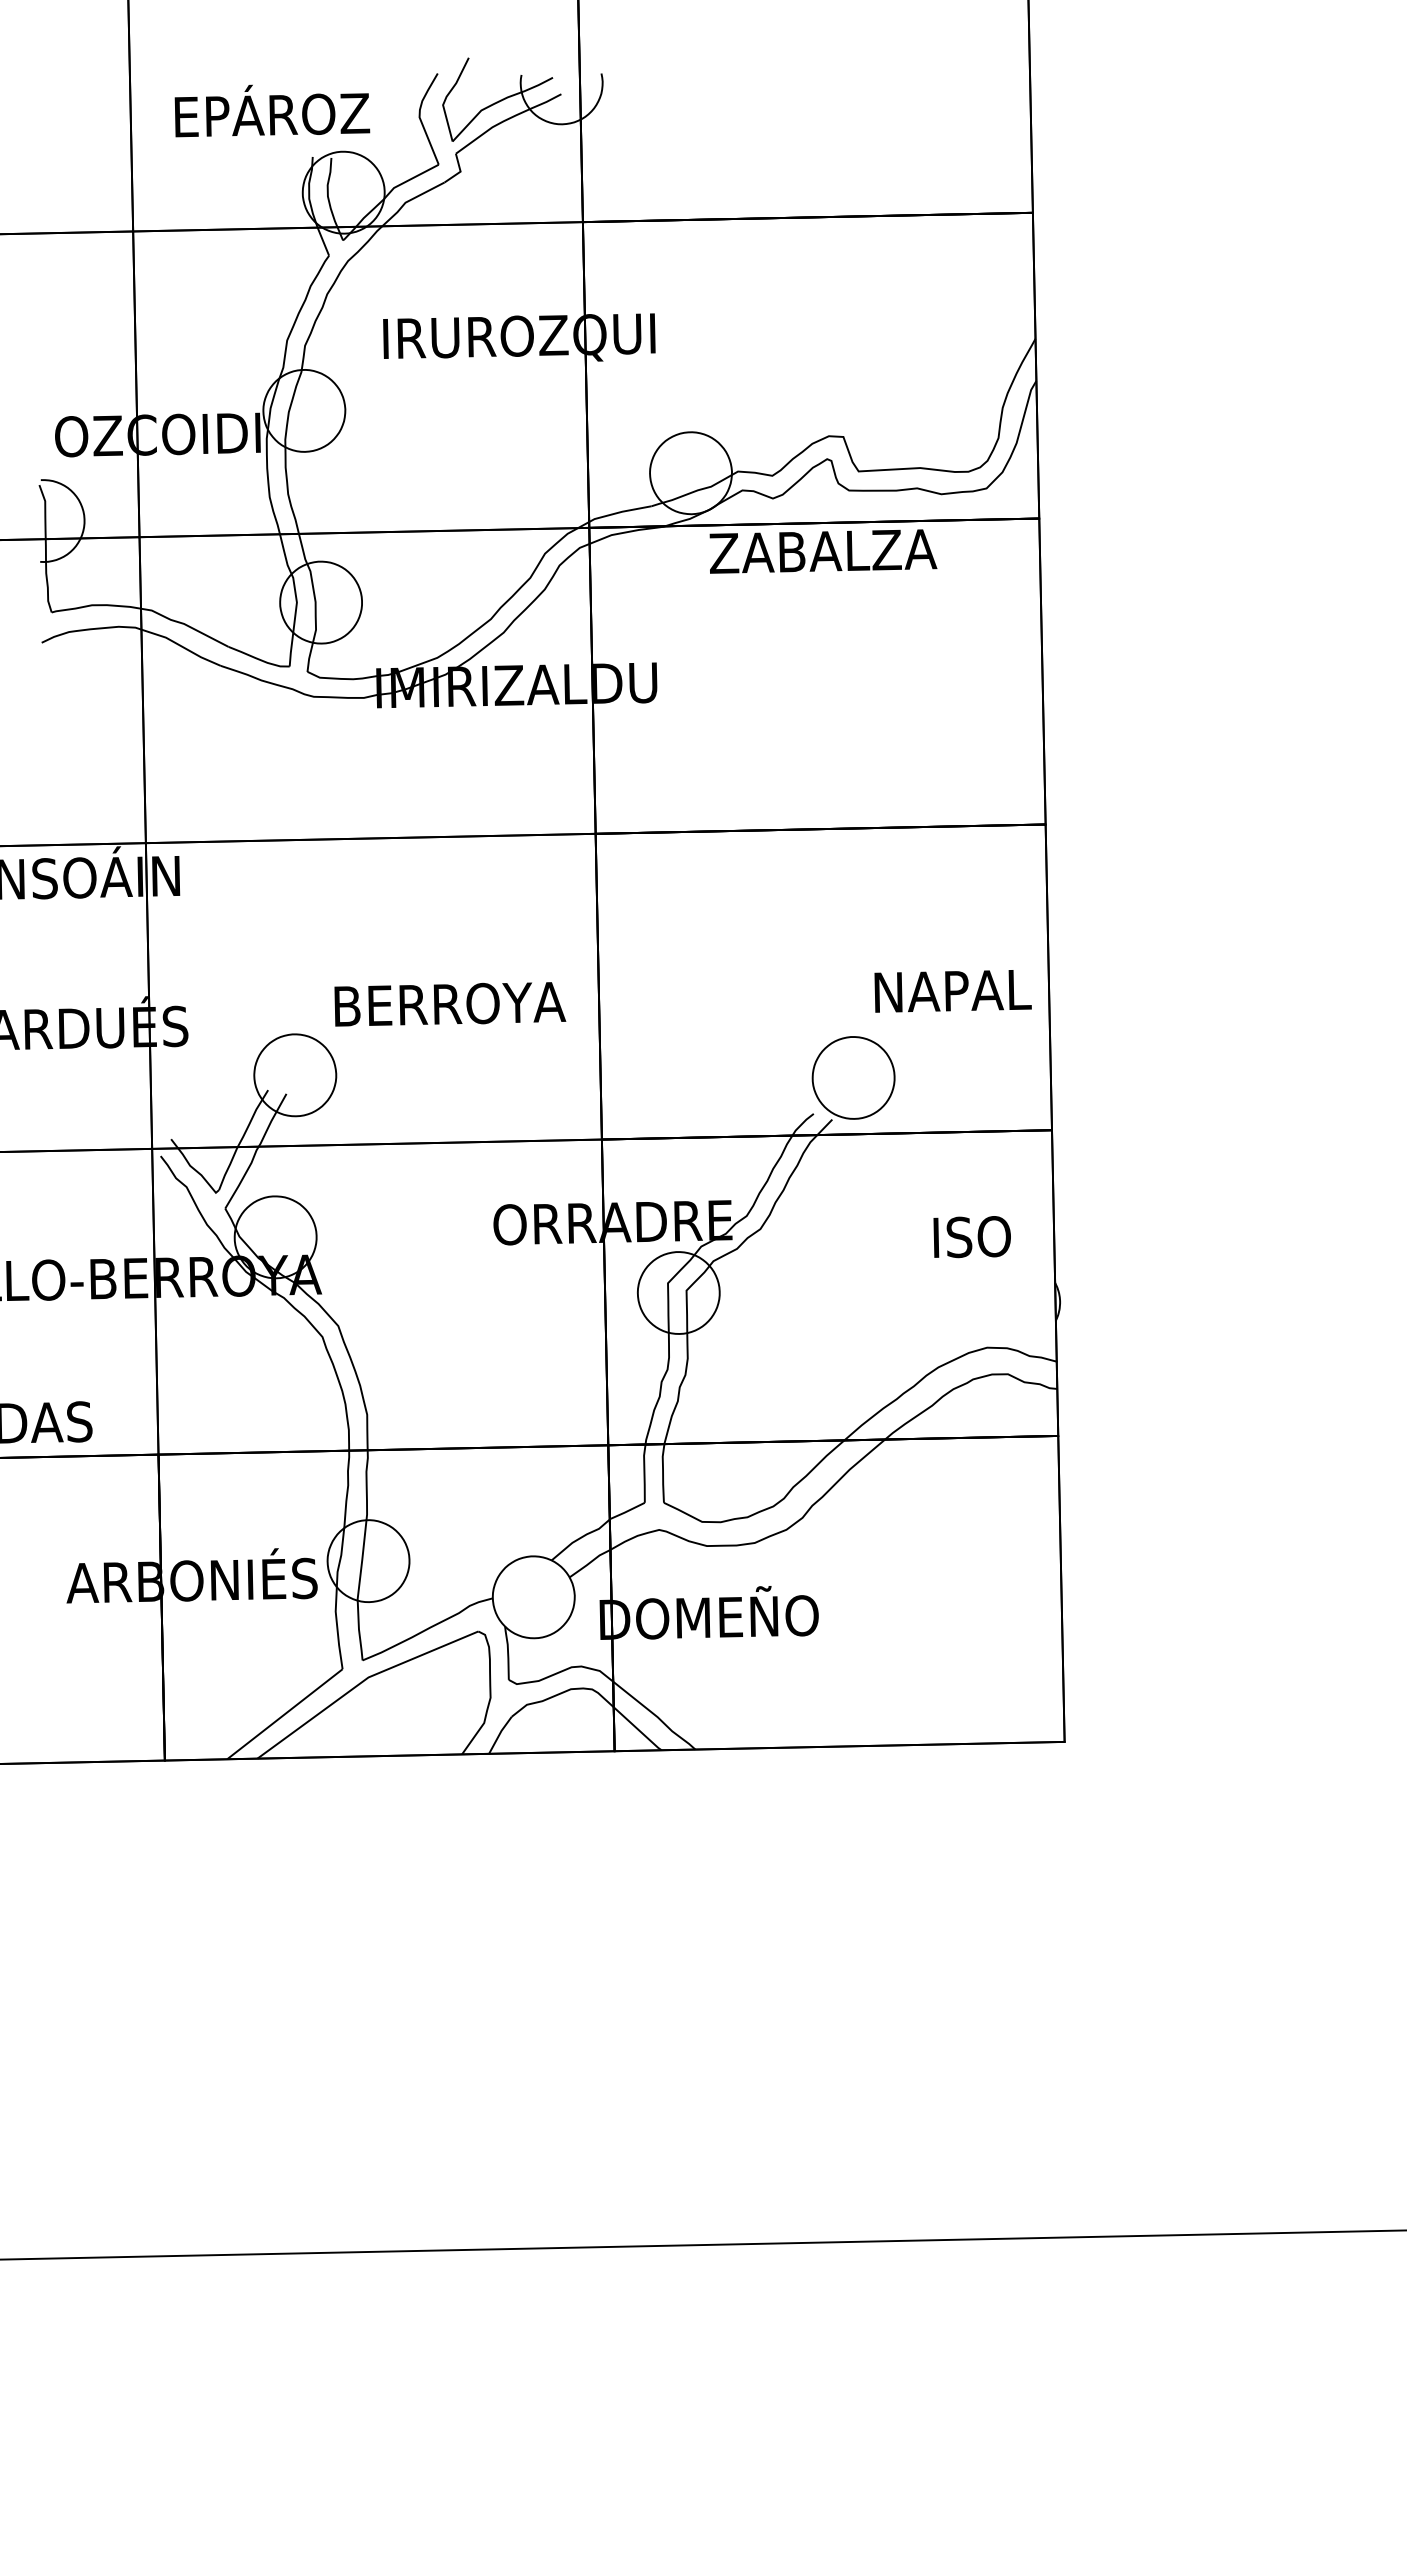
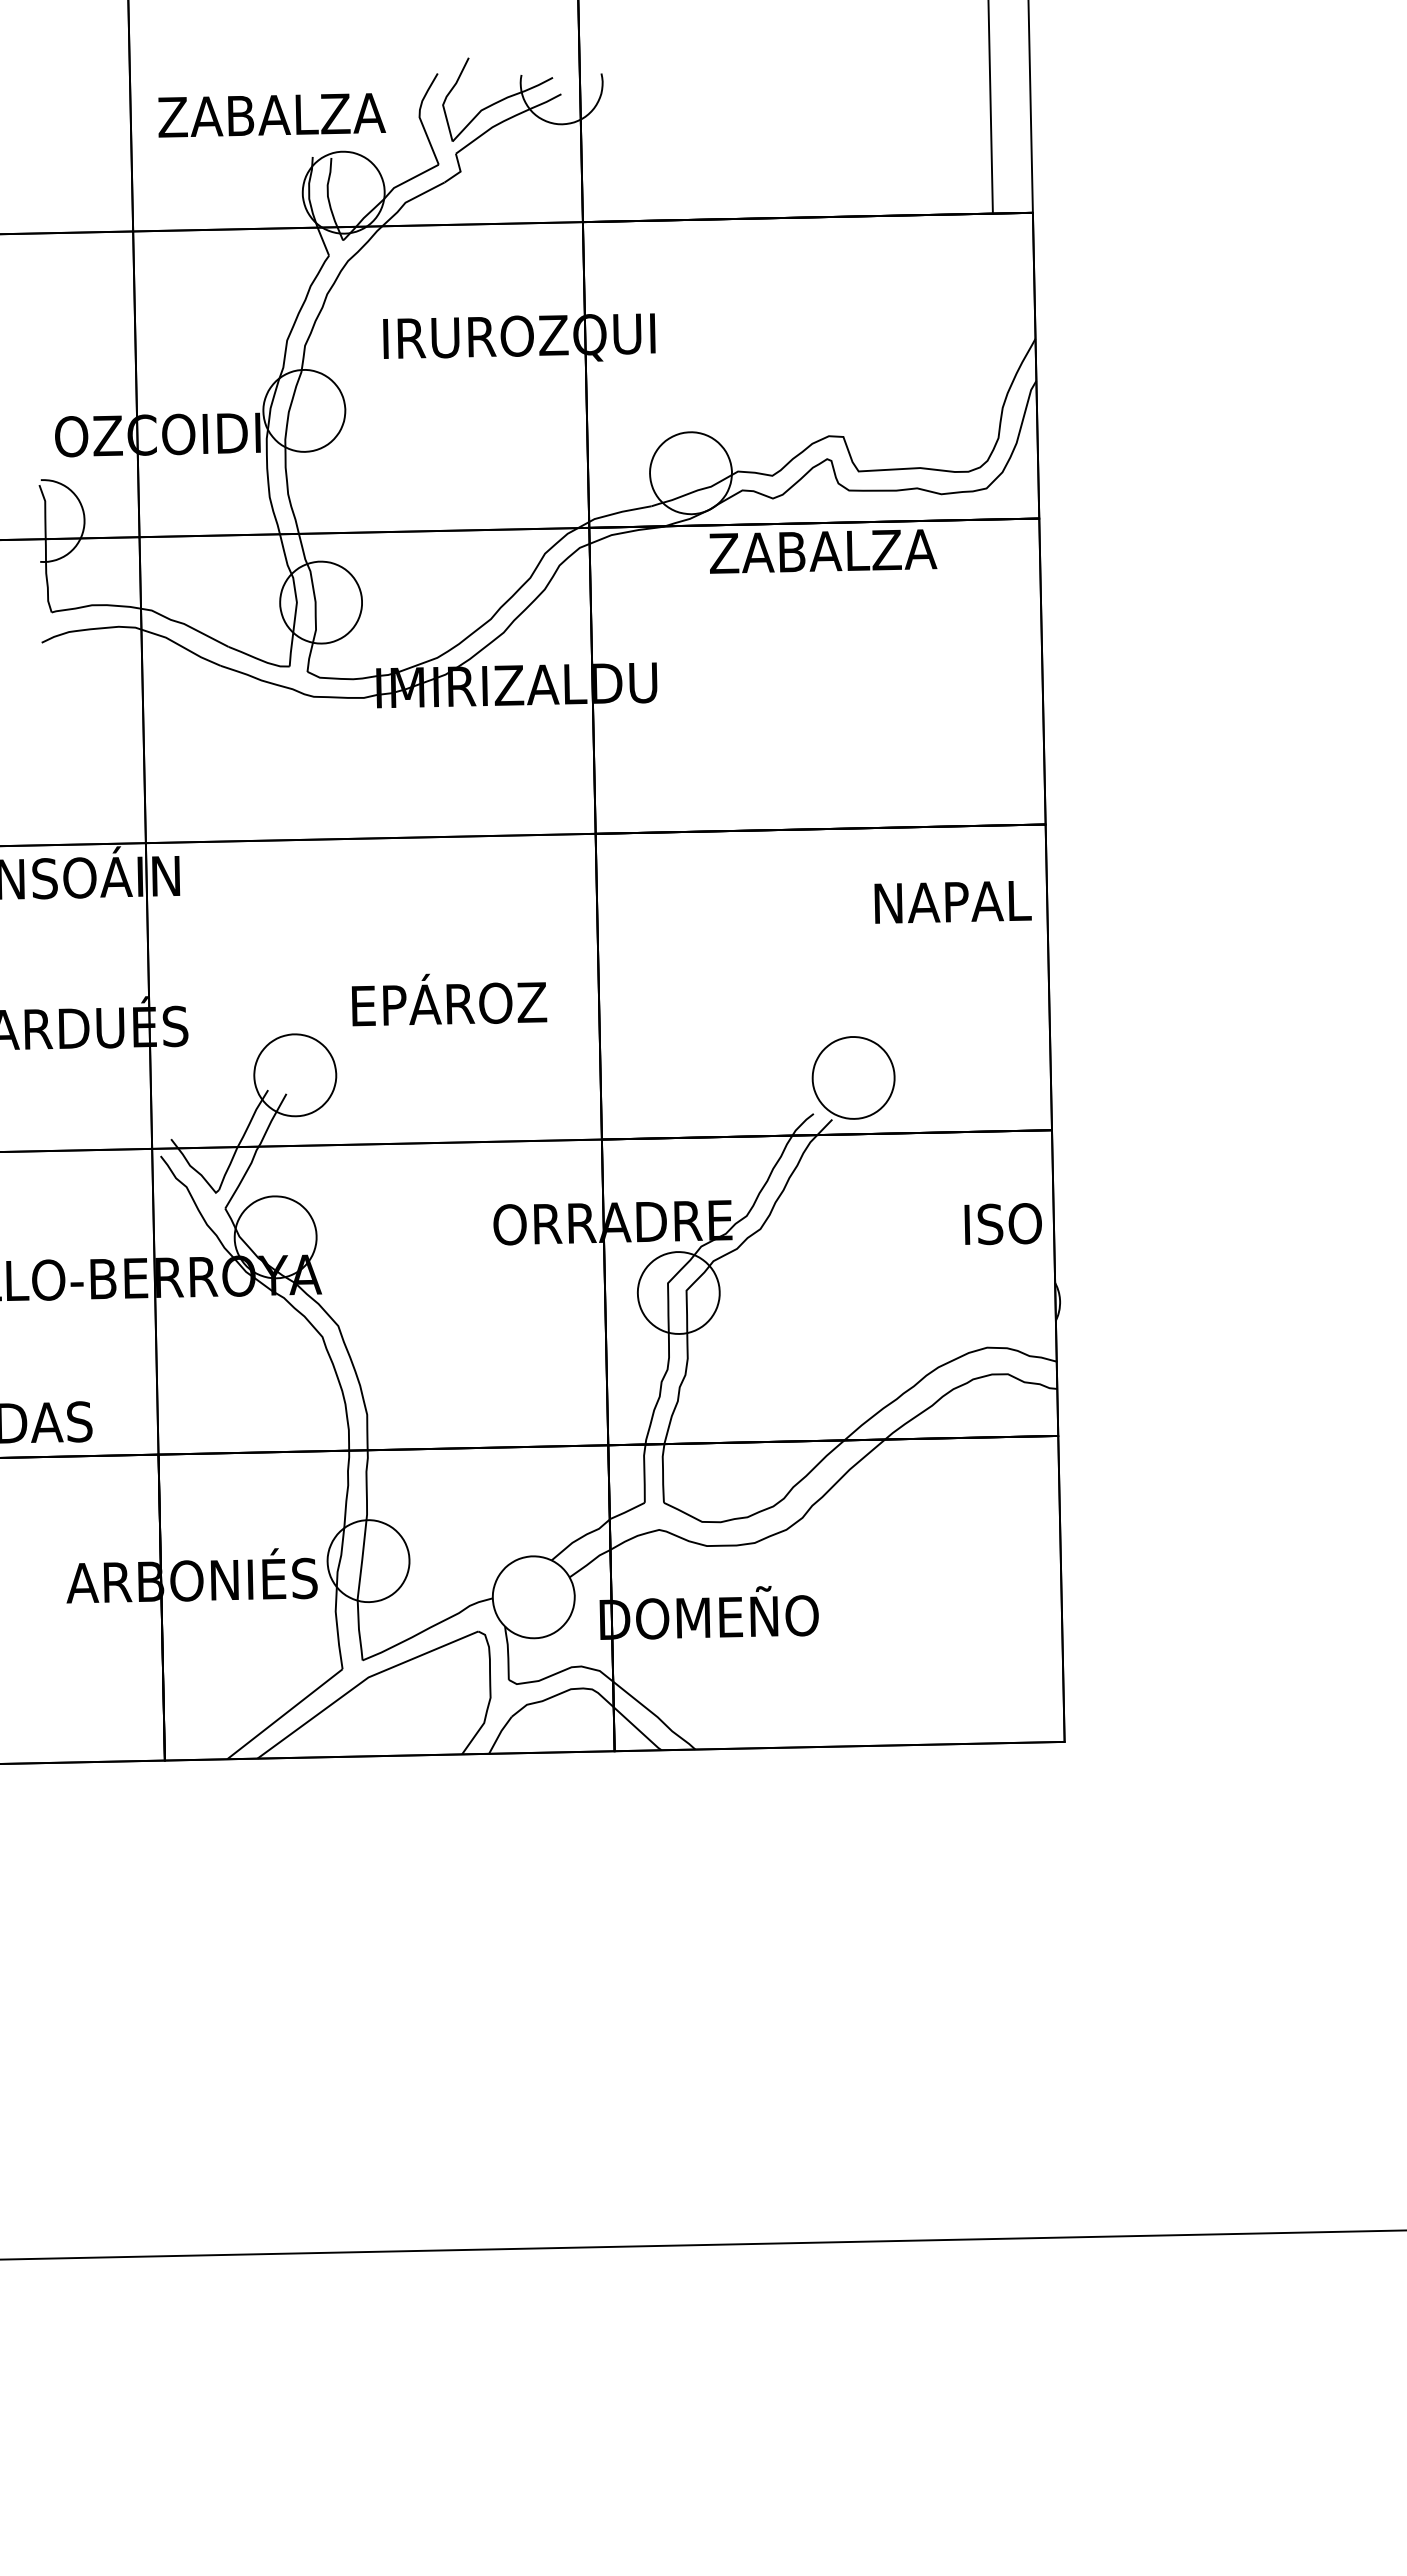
line at (1030, 107) position: (1030, 107) -> (990, 107)
text at (272, 110): EPÁROZ -> ZABALZA
text at (952, 991) position: (952, 991) -> (952, 902)
text at (450, 999): BERROYA -> EPÁROZ
text at (971, 1237) position: (971, 1237) -> (1002, 1224)
